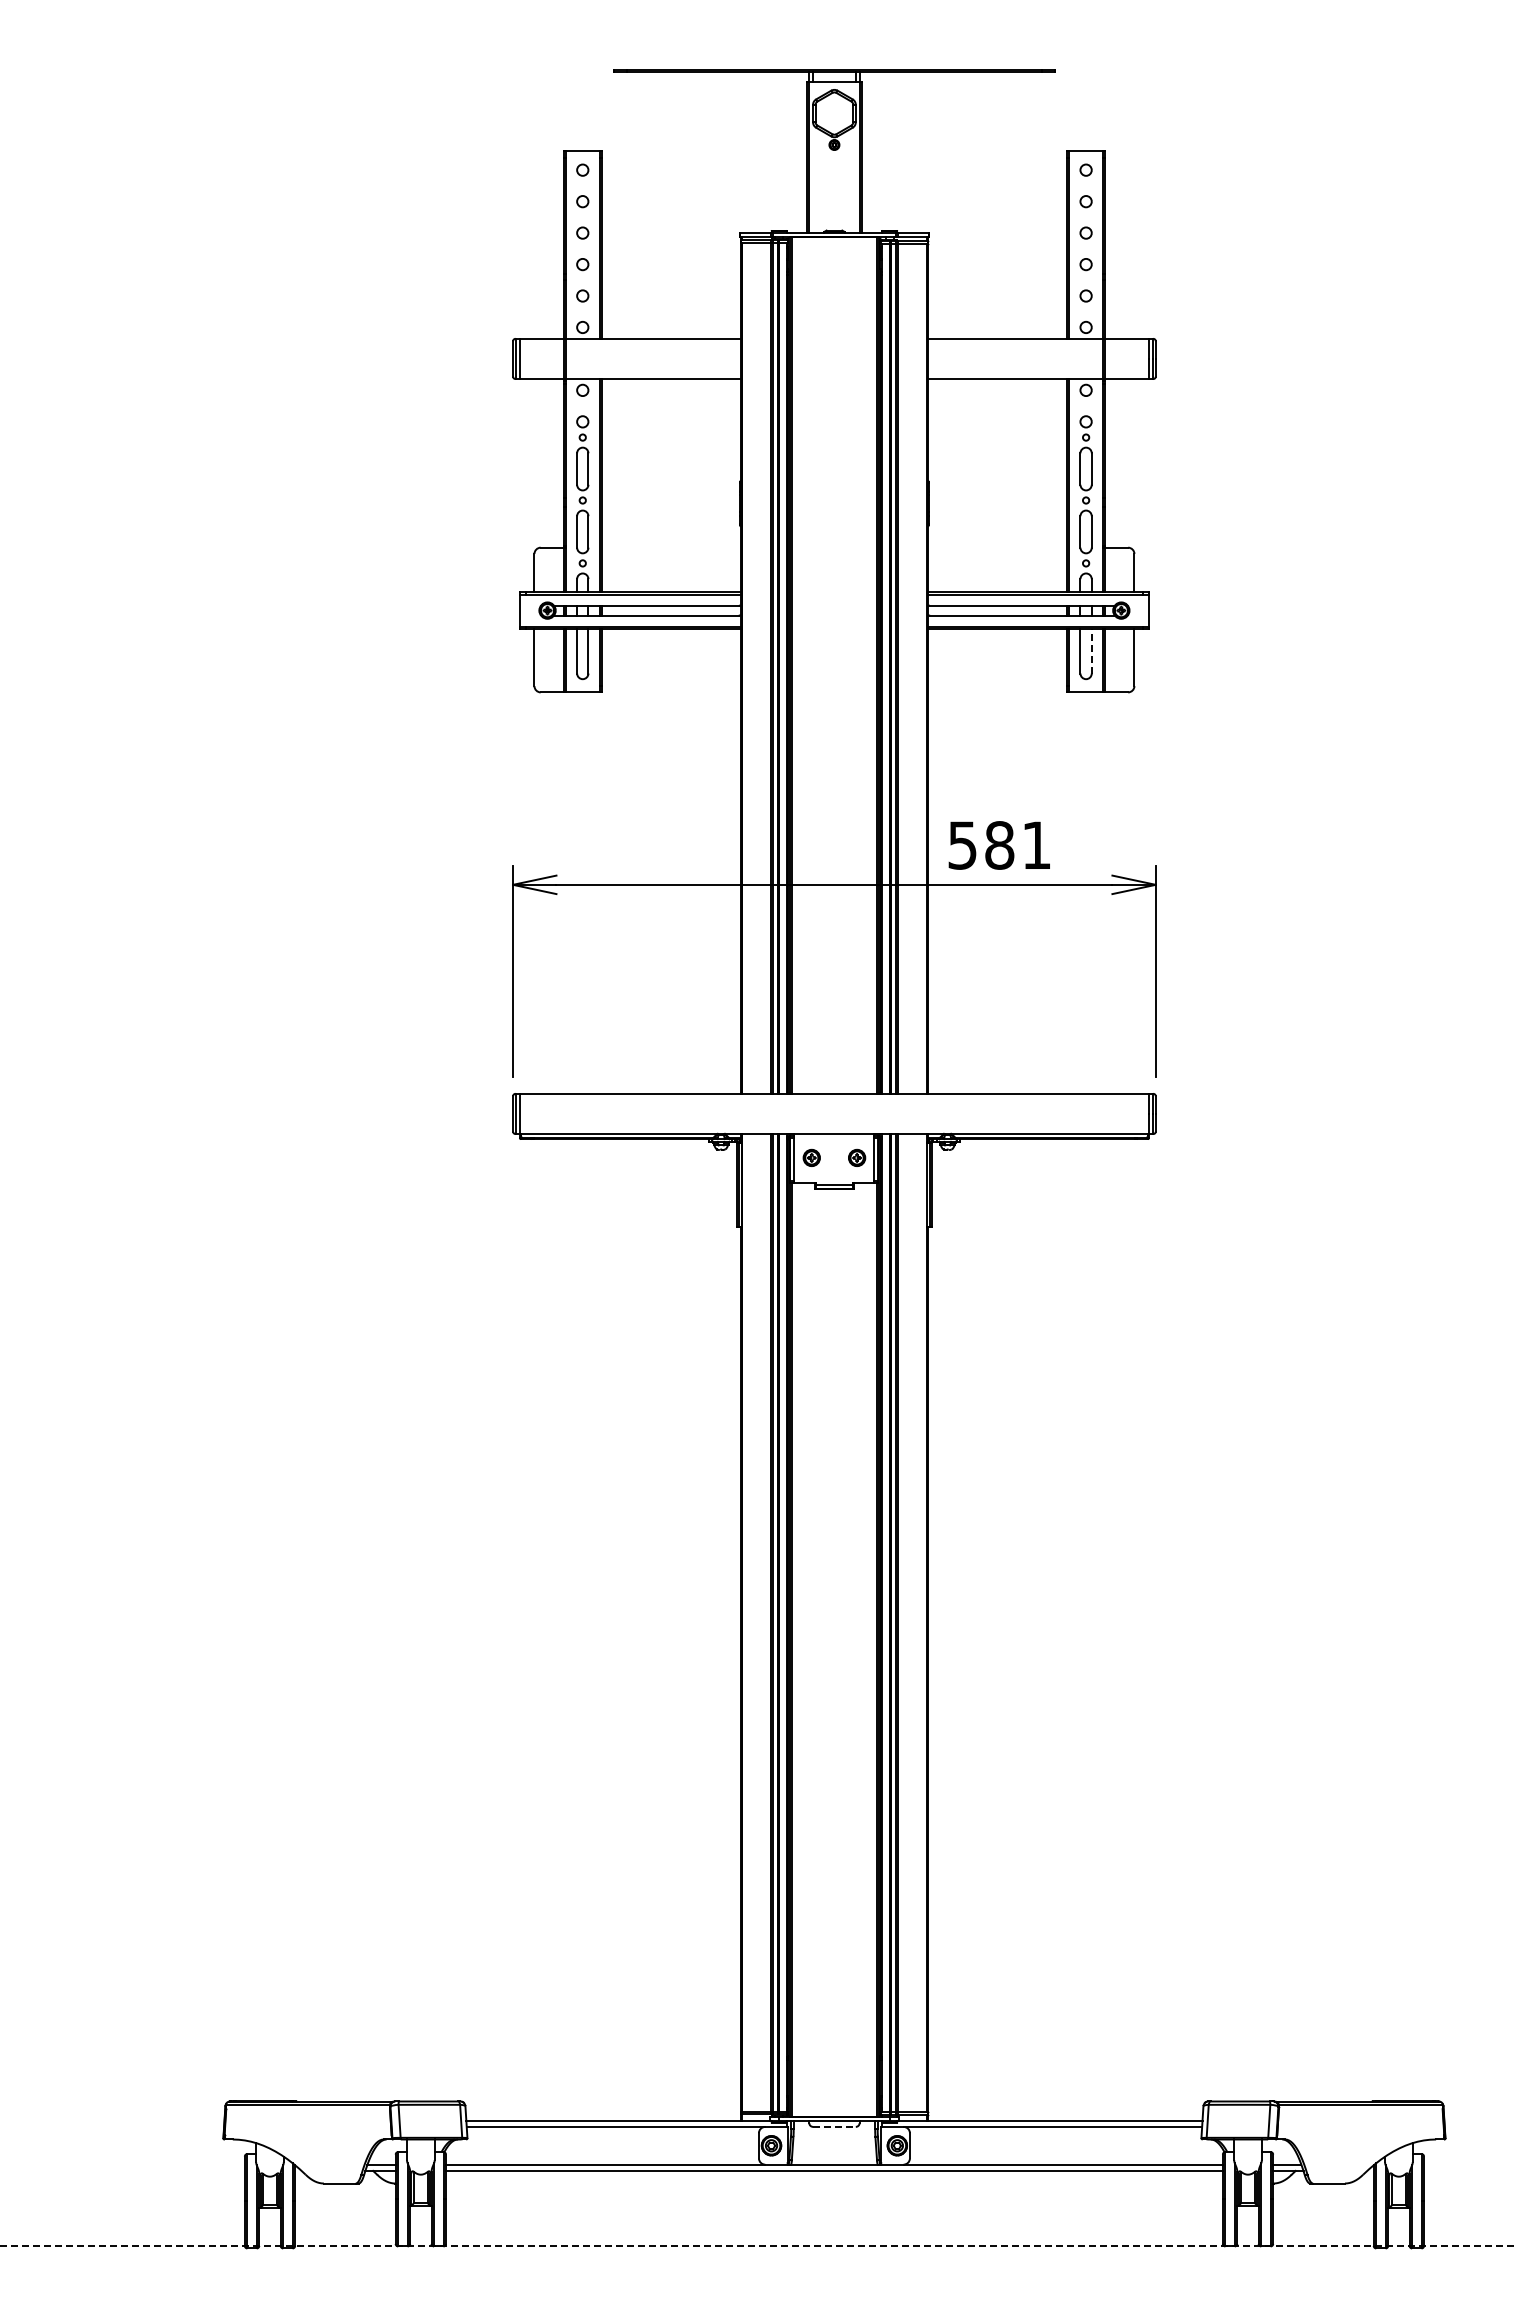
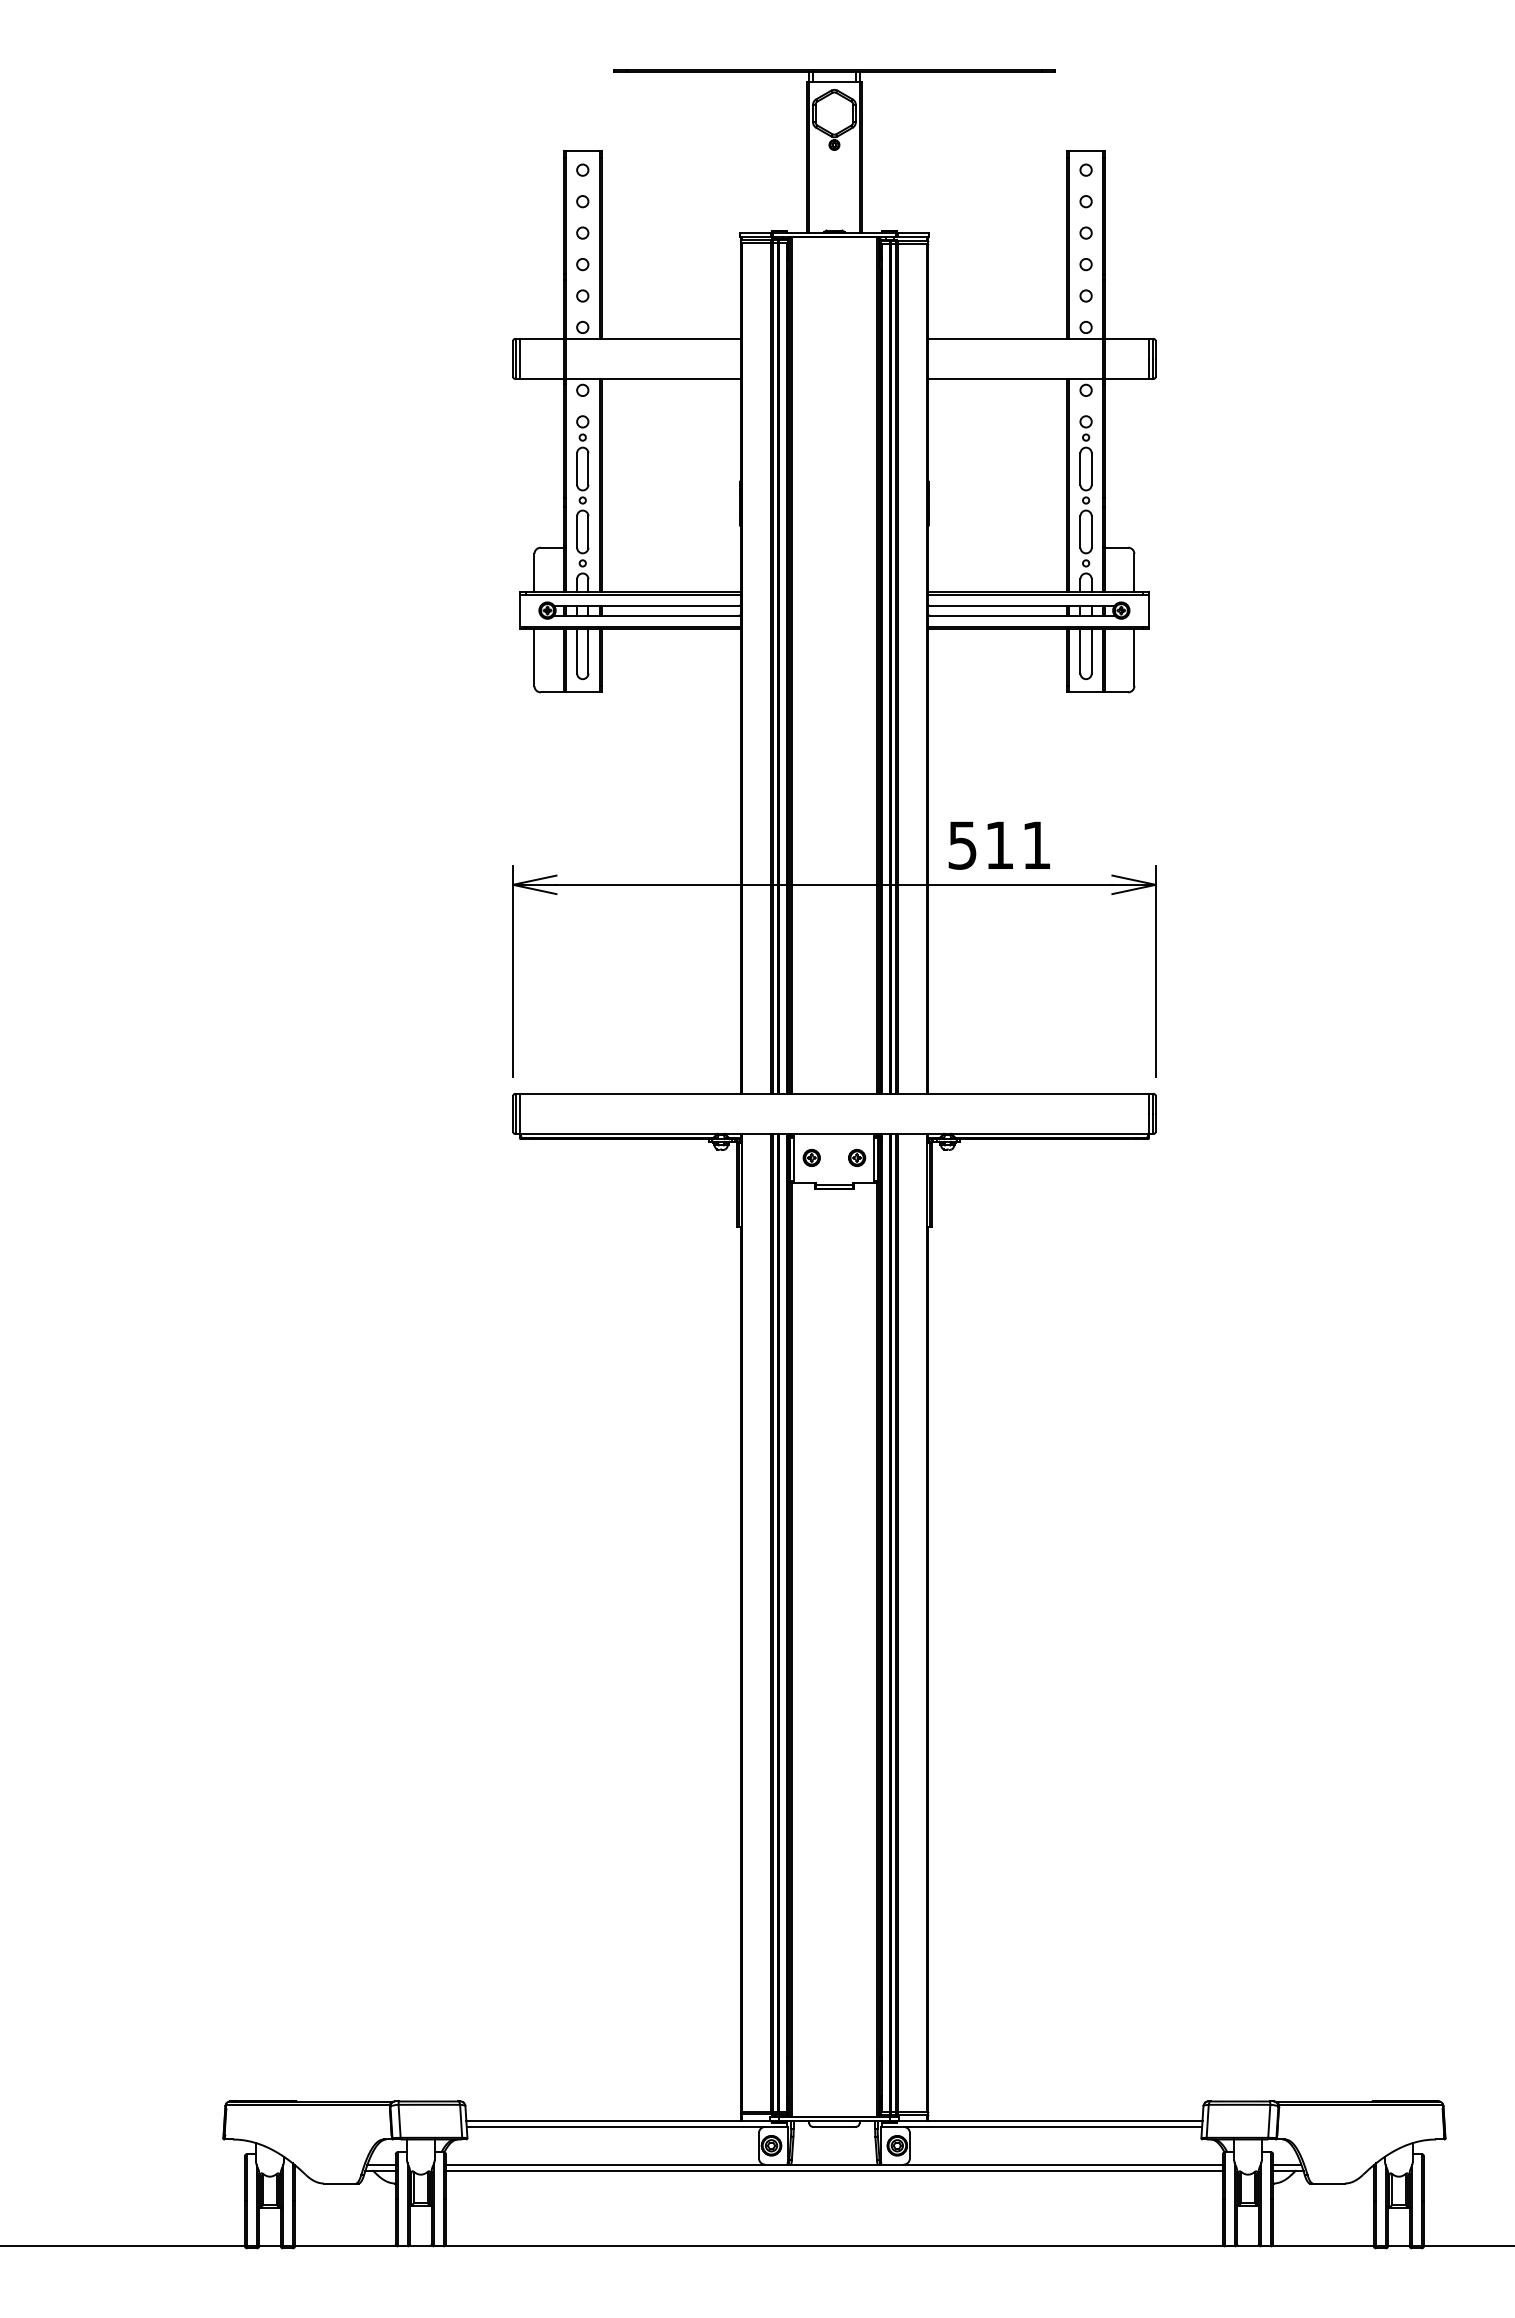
line at (1091, 651): dashed -> solid
text at (999, 845): 581 -> 511
line at (834, 2126): dashed -> solid
line at (758, 2246): dashed -> solid
